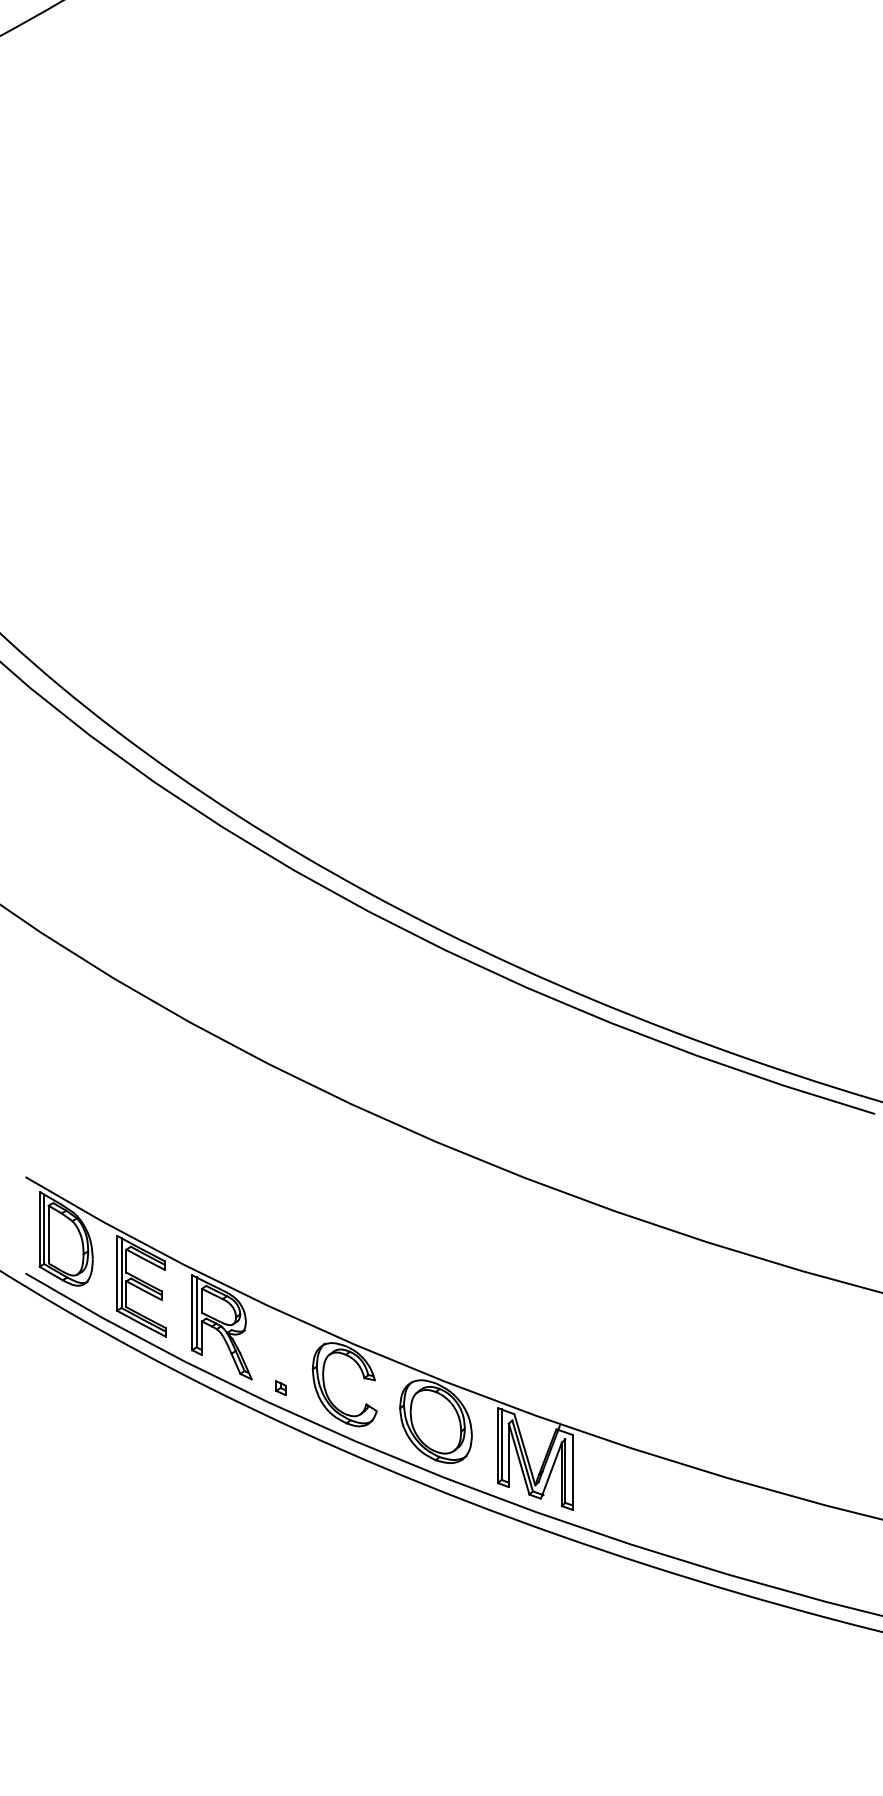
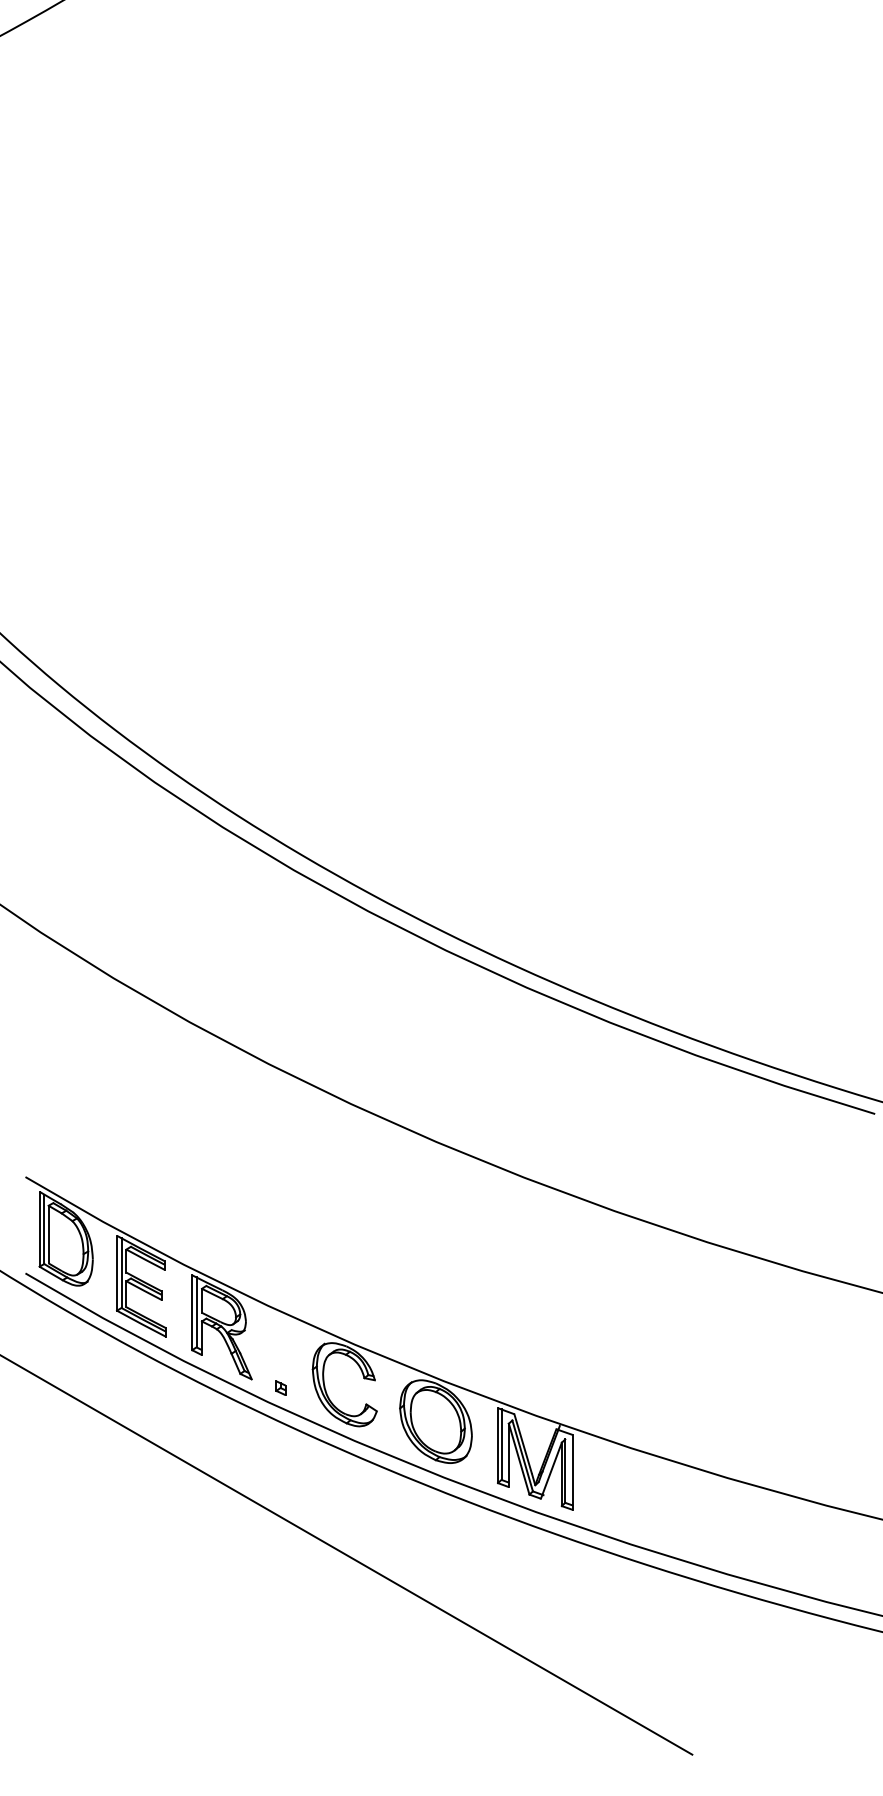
line at (347, 1555): none -> present
